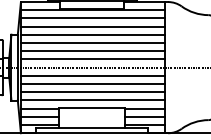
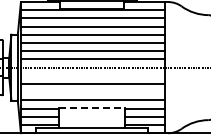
line at (92, 75): present -> none
line at (92, 92): present -> none
line at (92, 108): solid -> dashed
